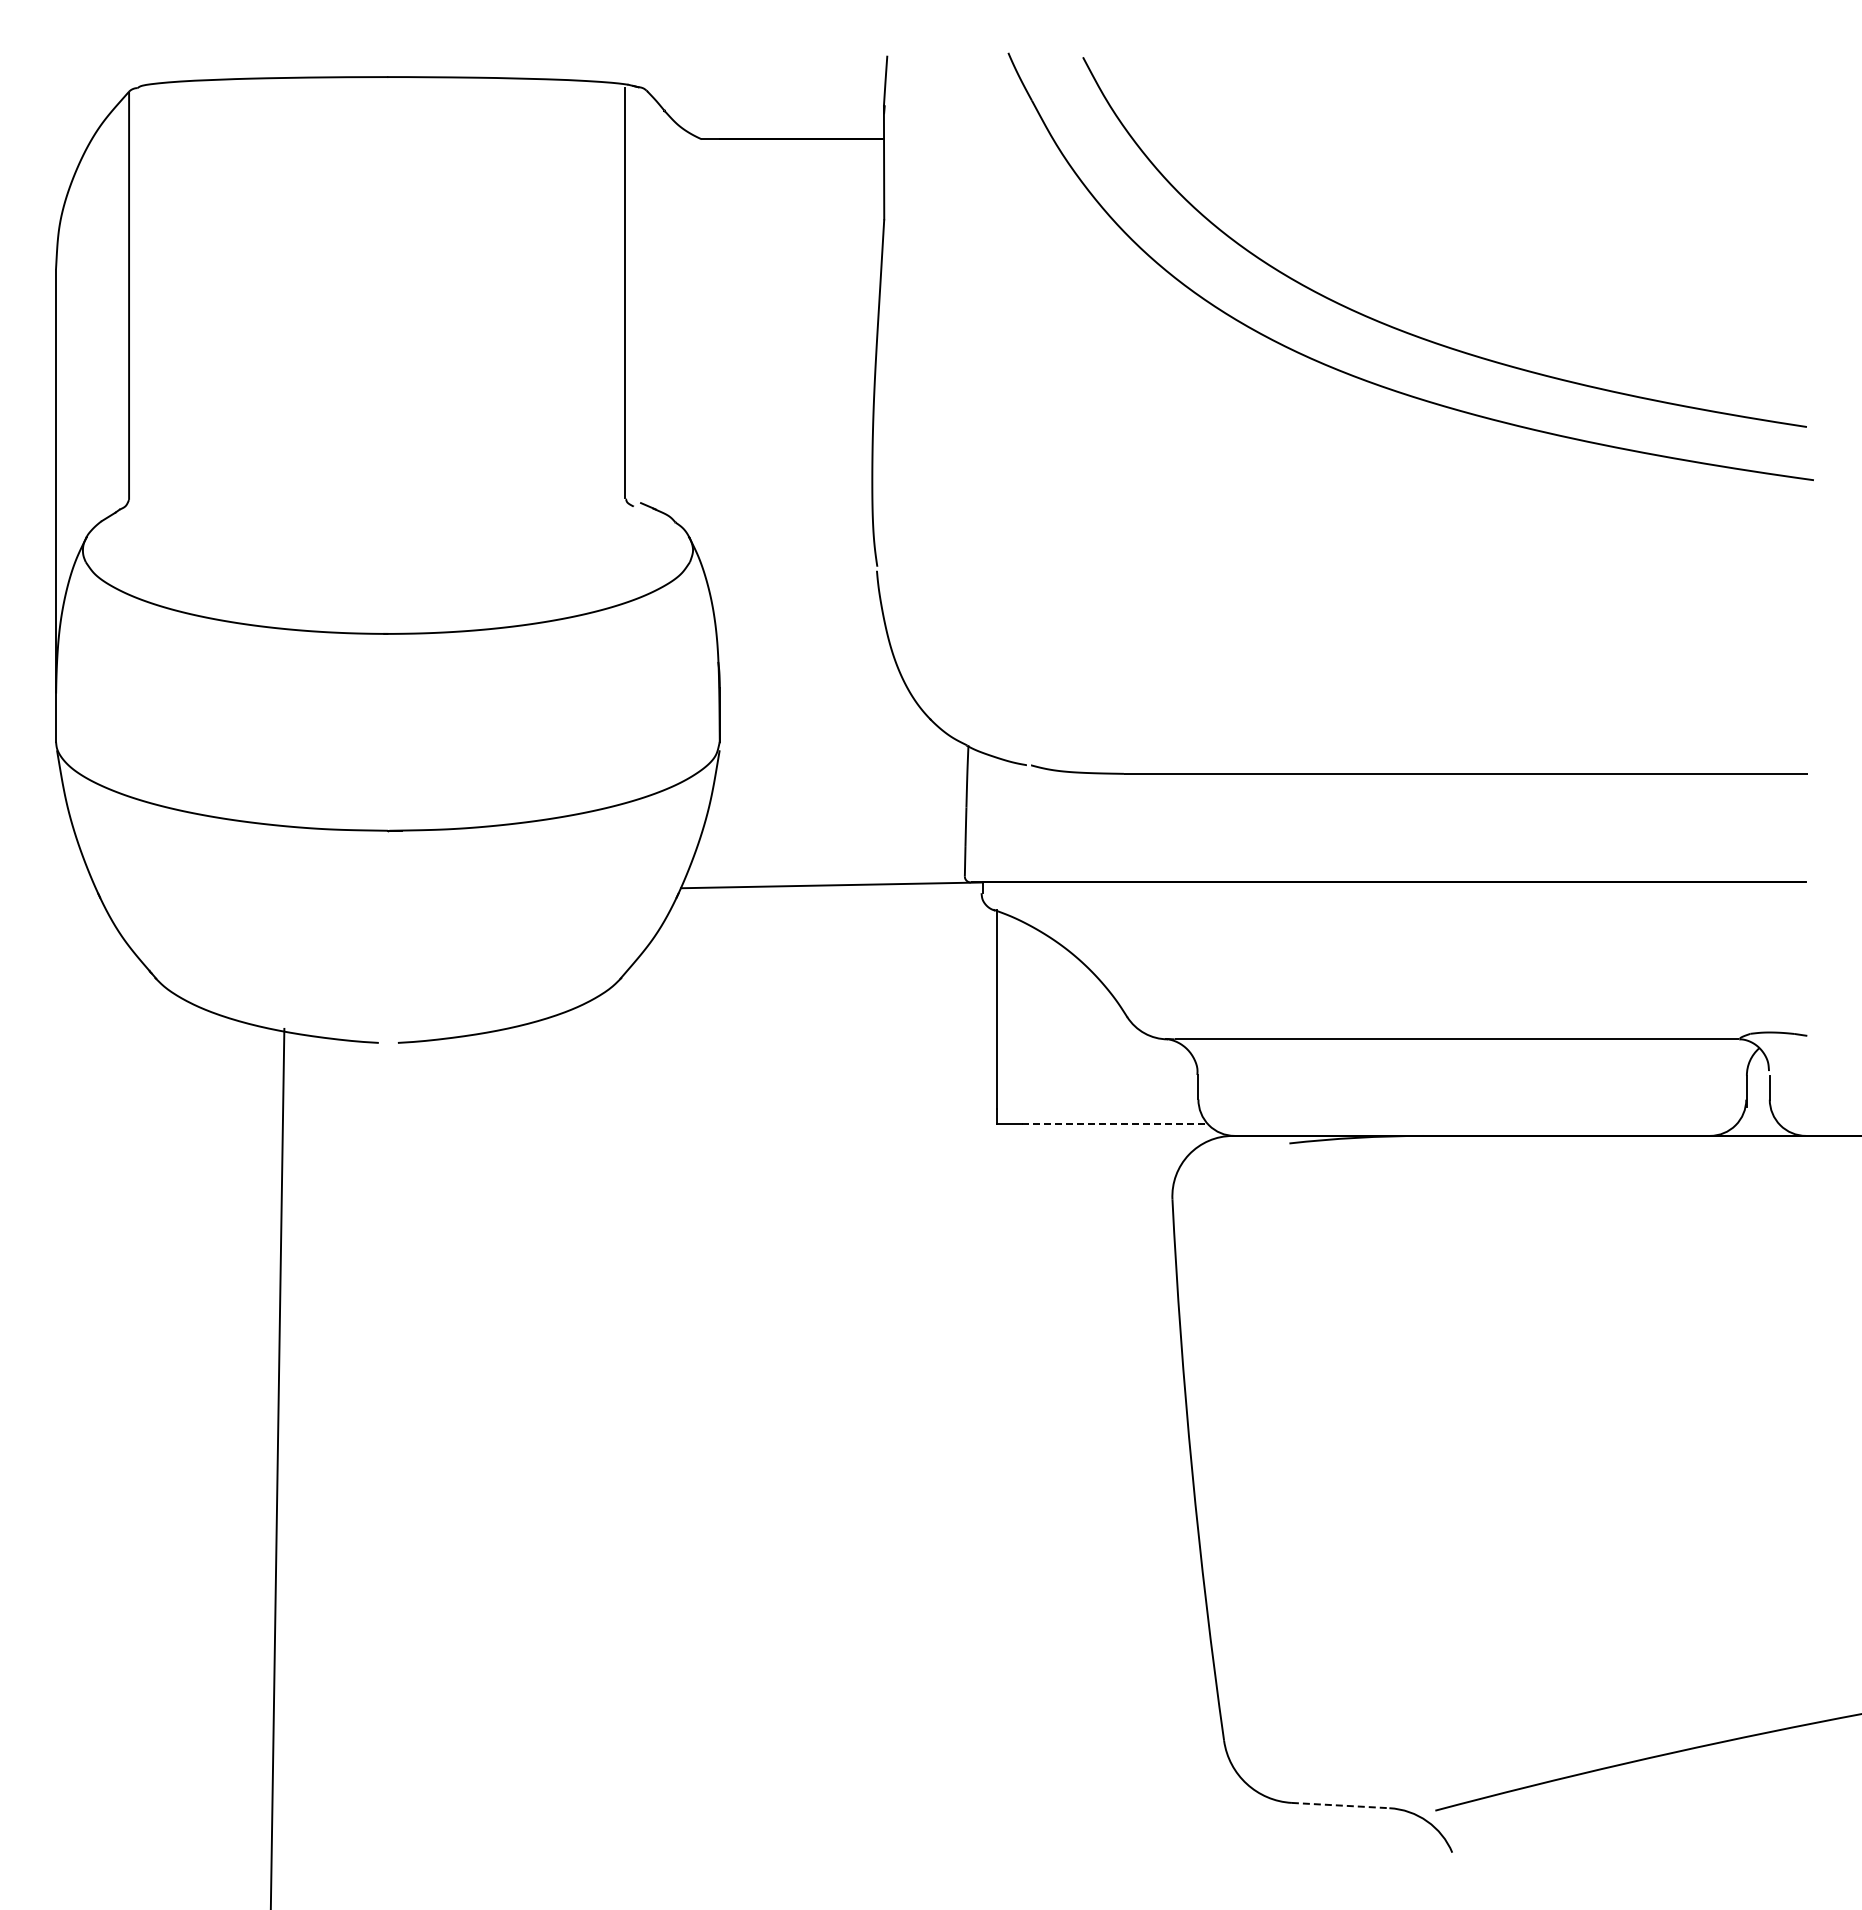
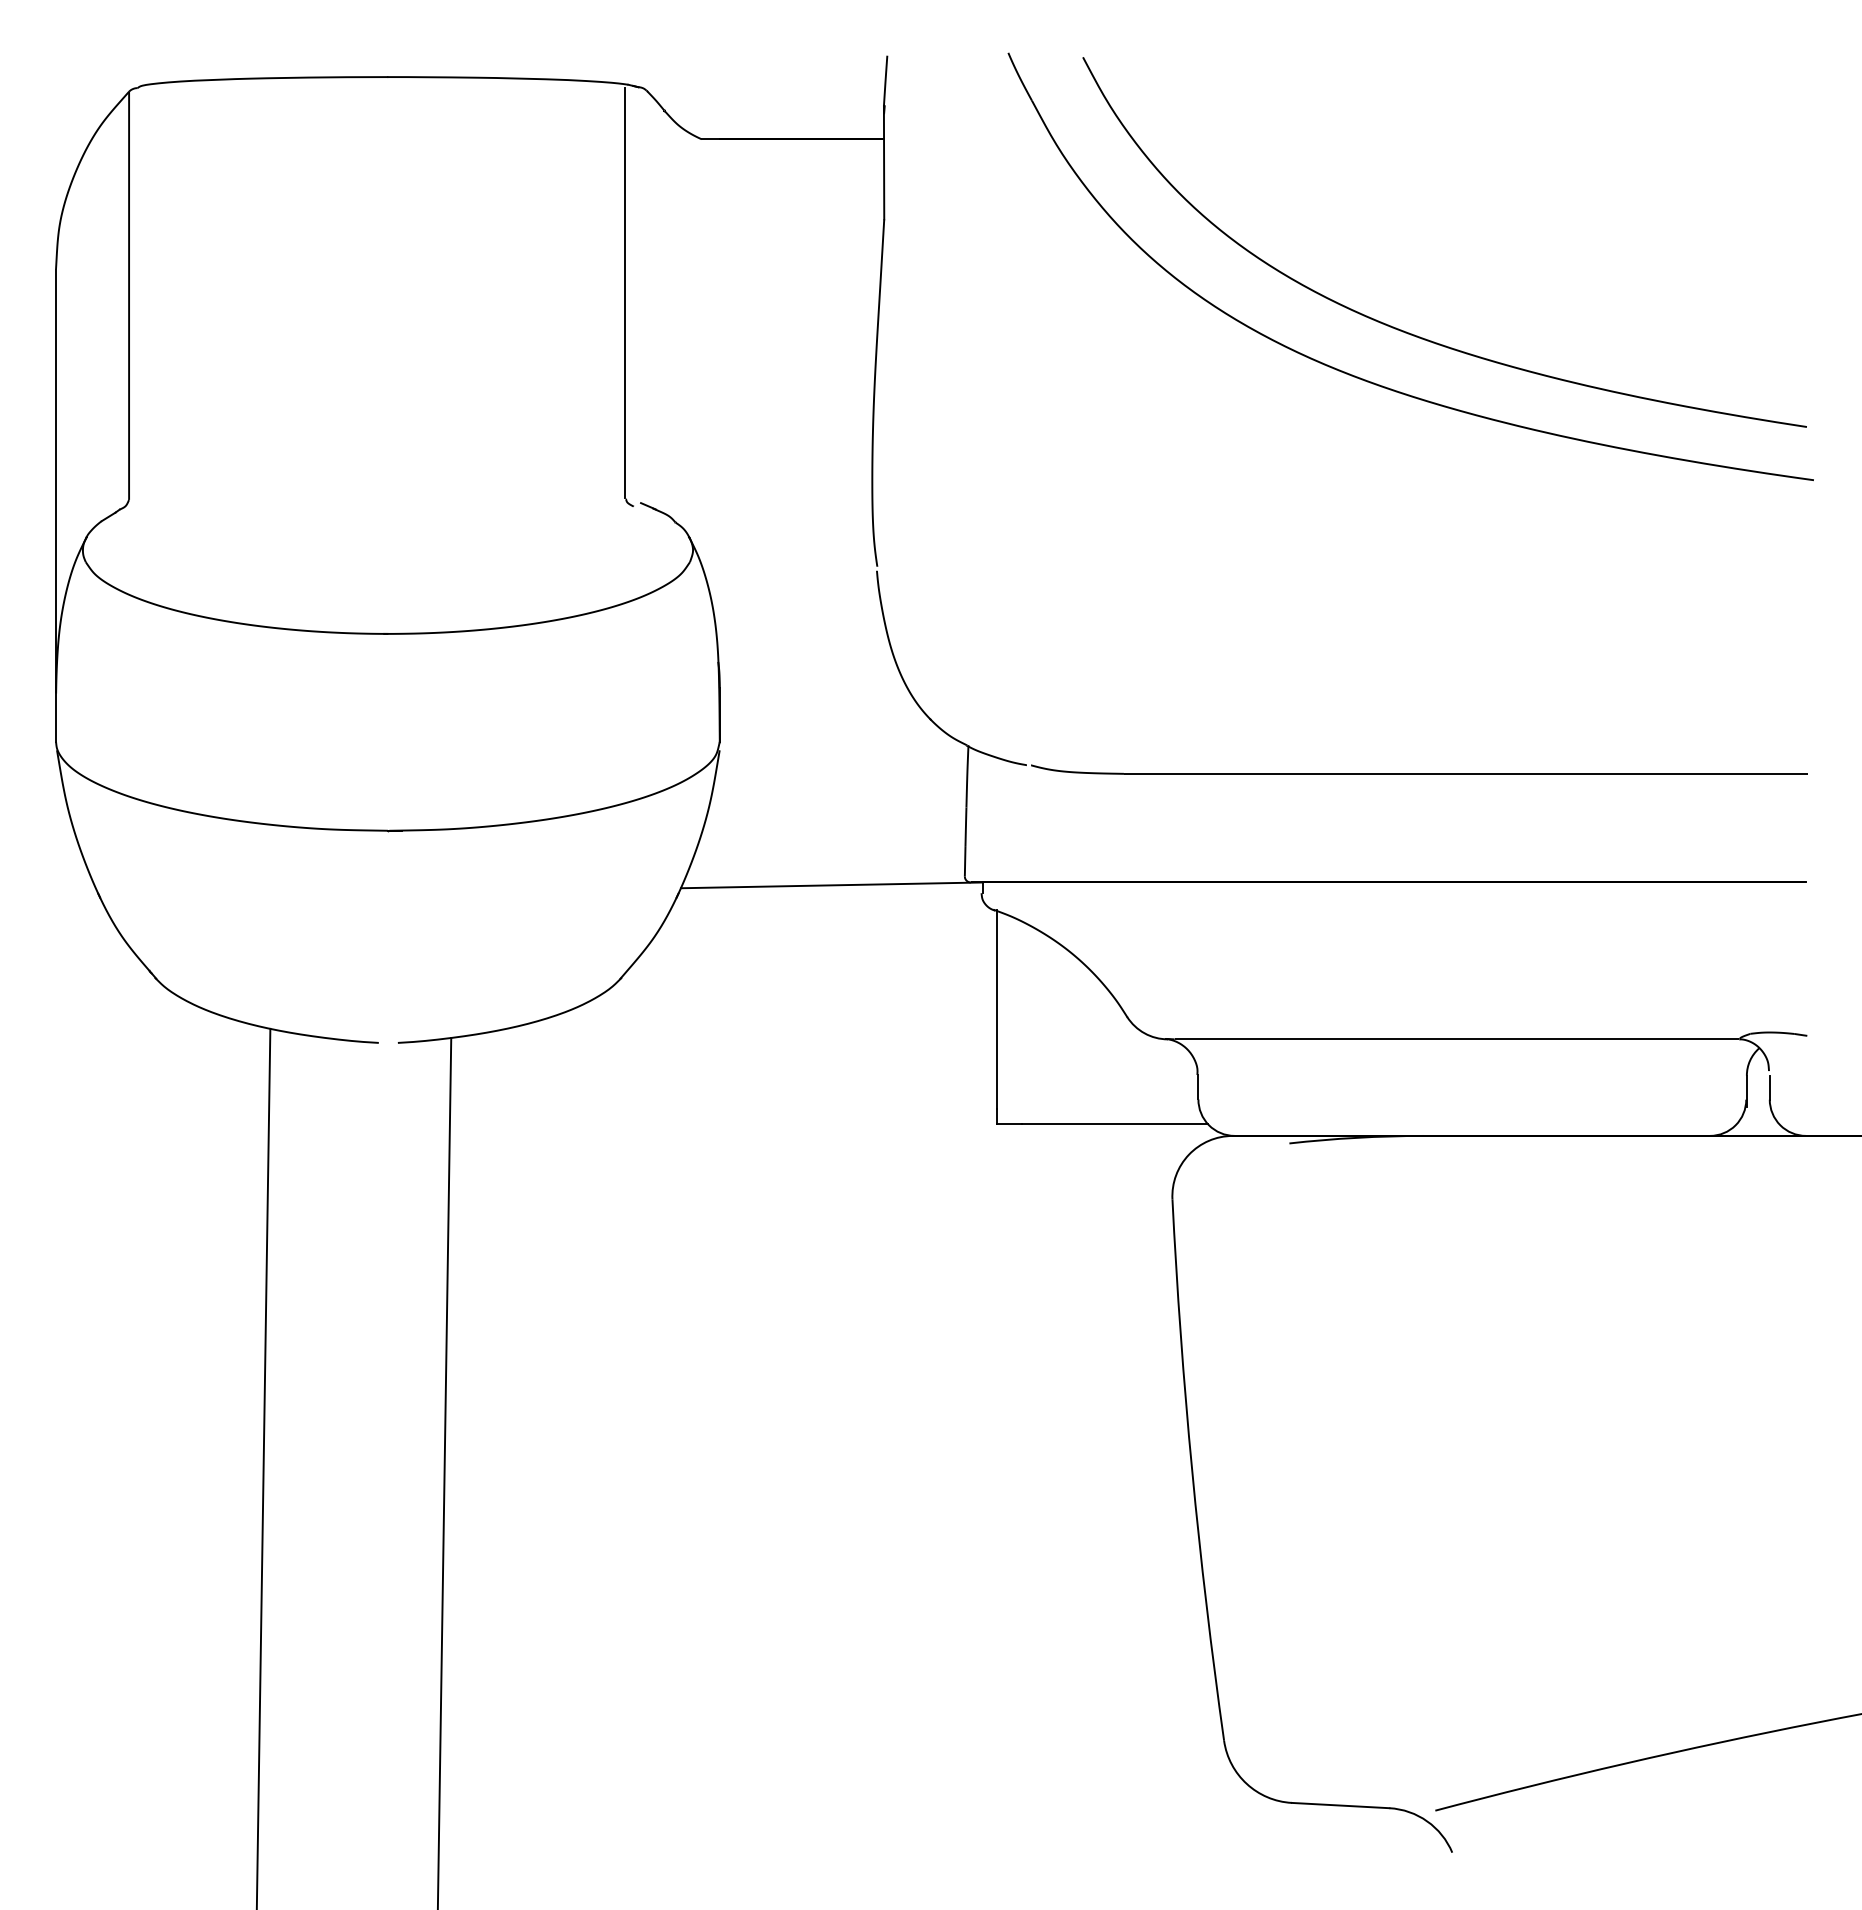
line at (1115, 1123): dashed -> solid
line at (277, 1467) position: (277, 1467) -> (263, 1467)
line at (444, 1471): none -> present
line at (1340, 1805): dashed -> solid
